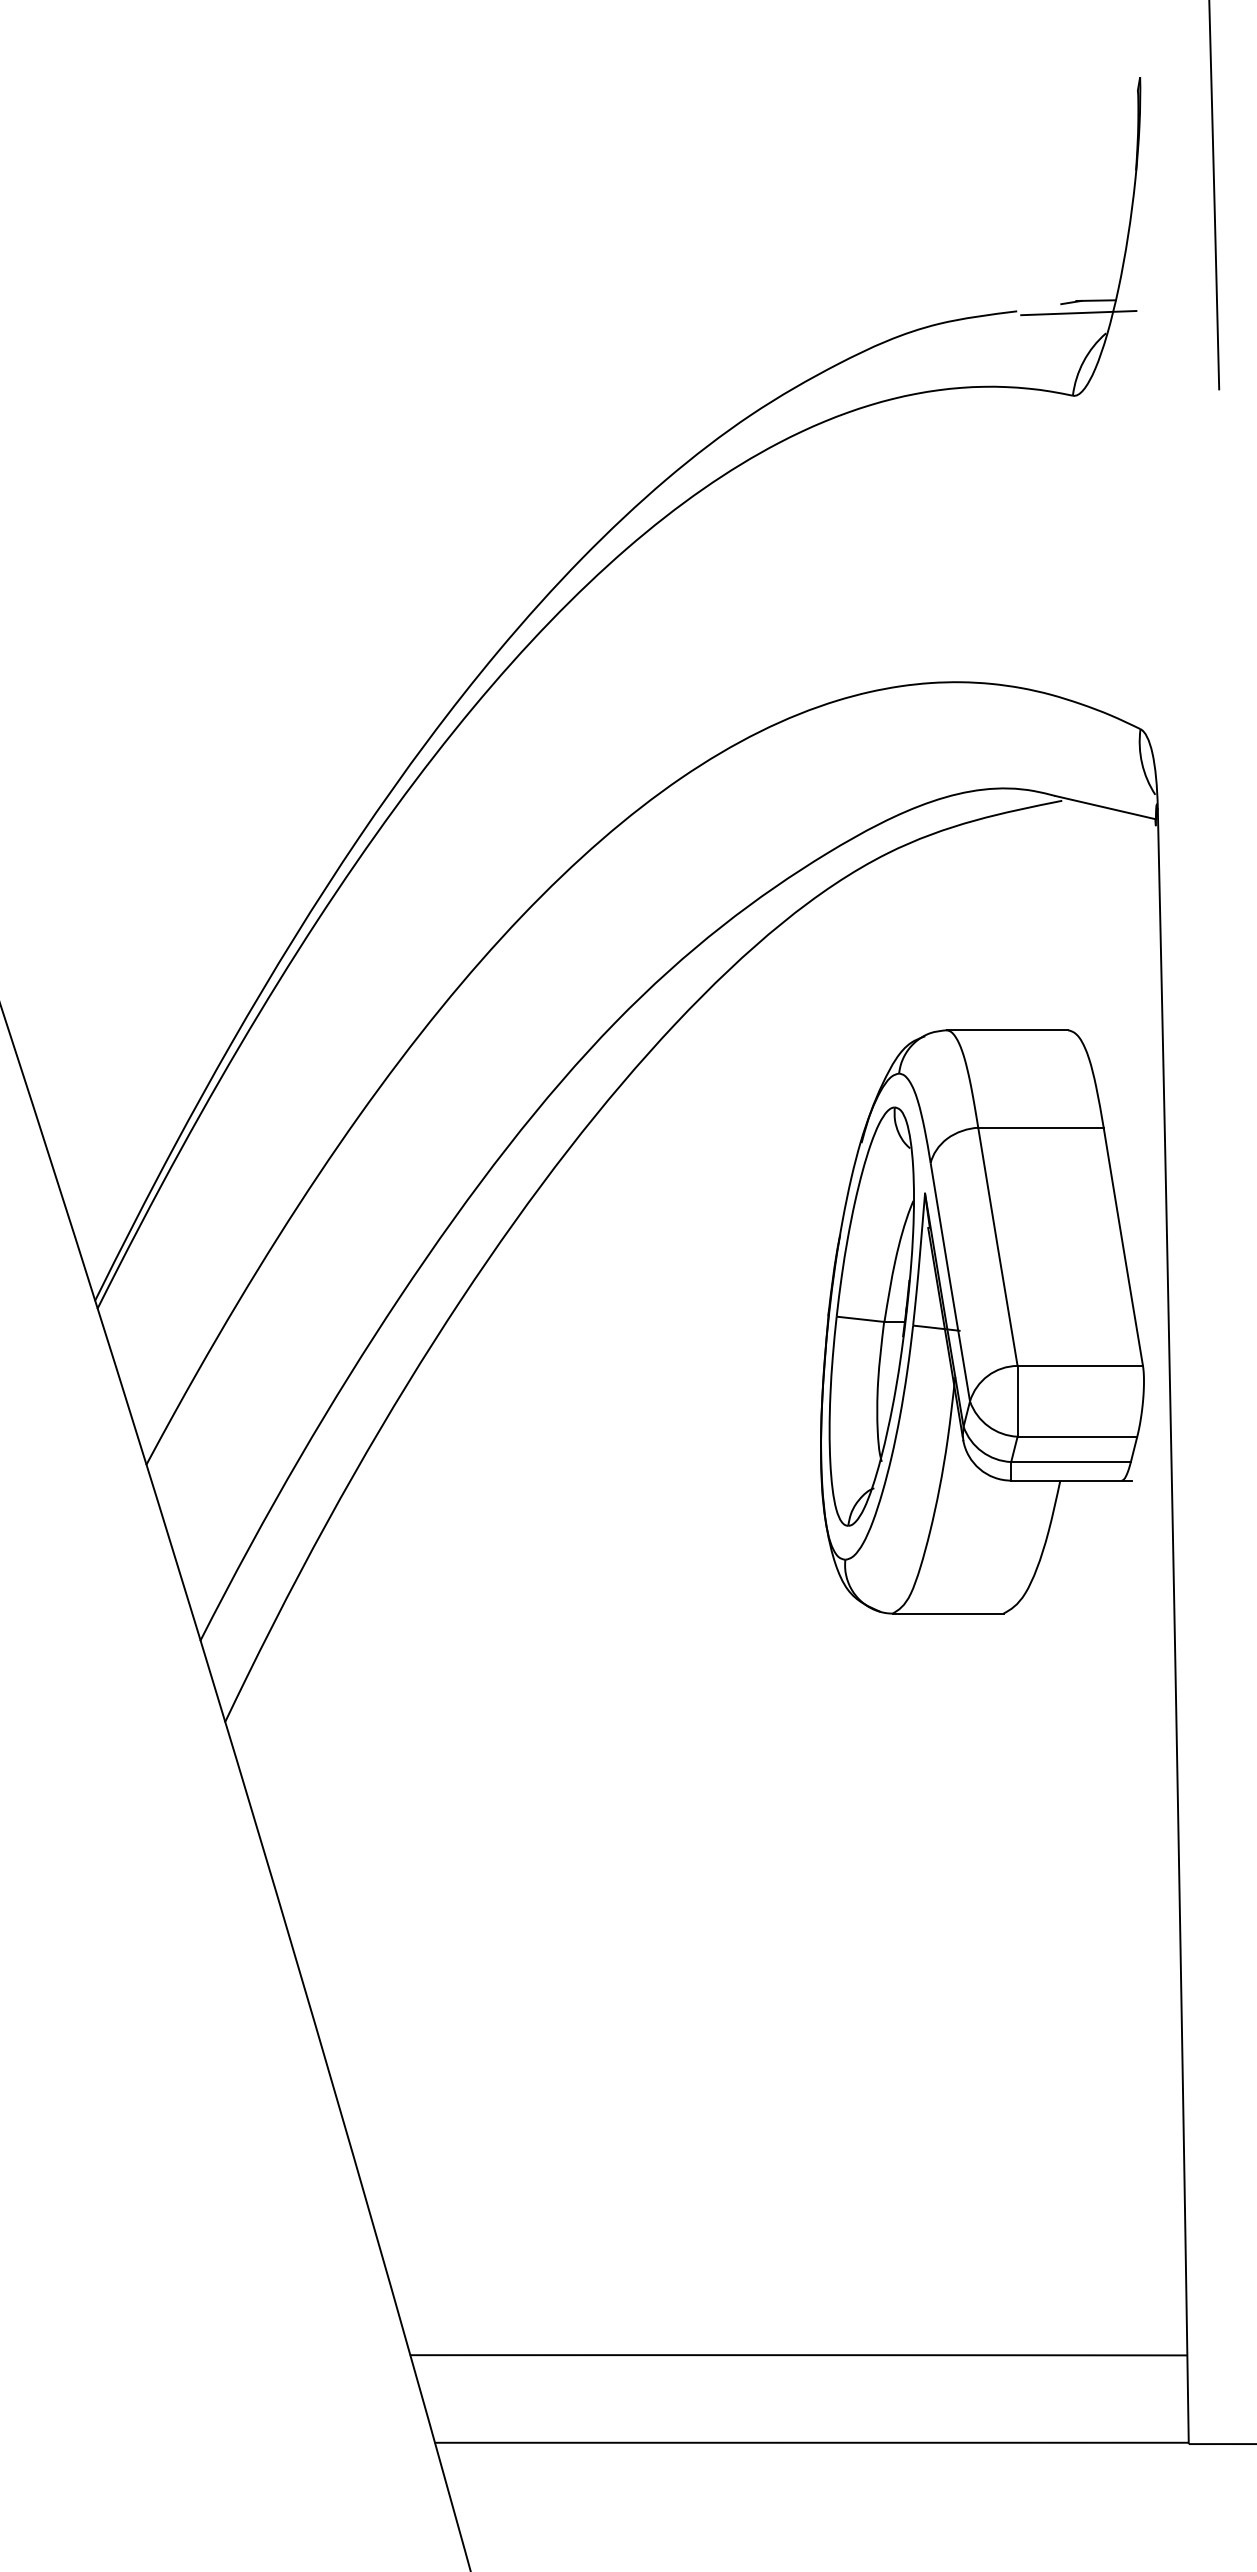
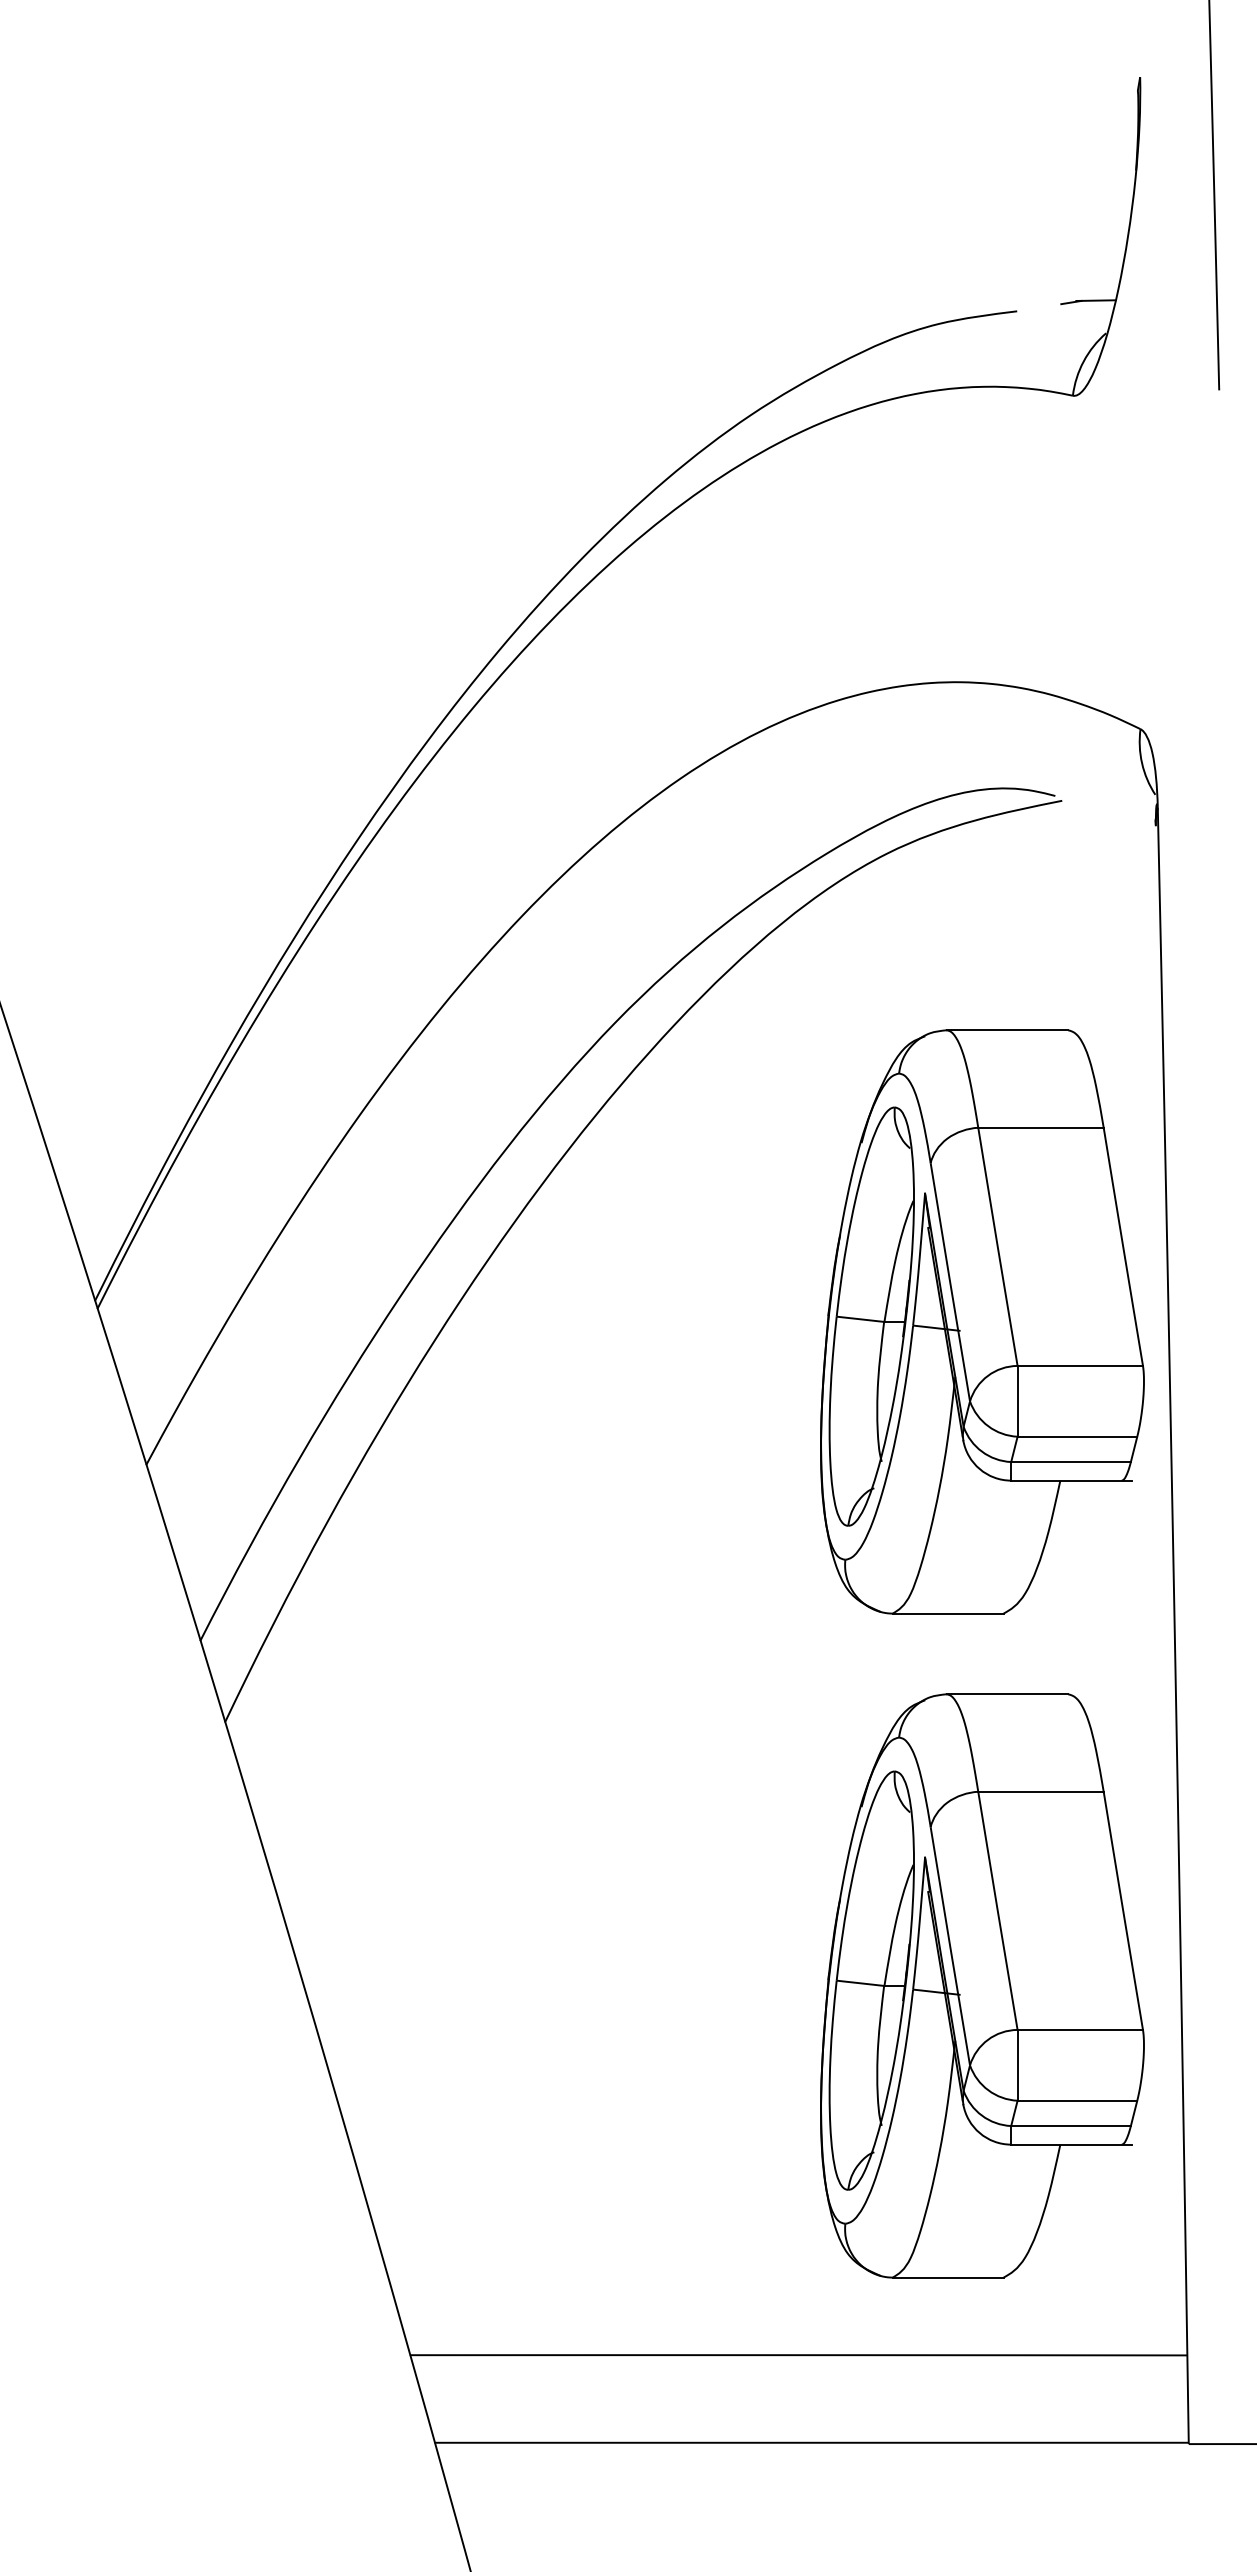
line at (1078, 313): present -> none
line at (1105, 807): present -> none
part at (982, 1985): none -> present
